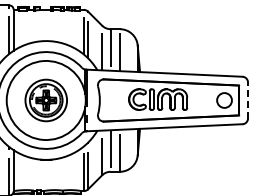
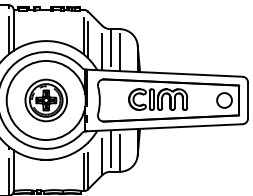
line at (248, 100): dashed -> solid
